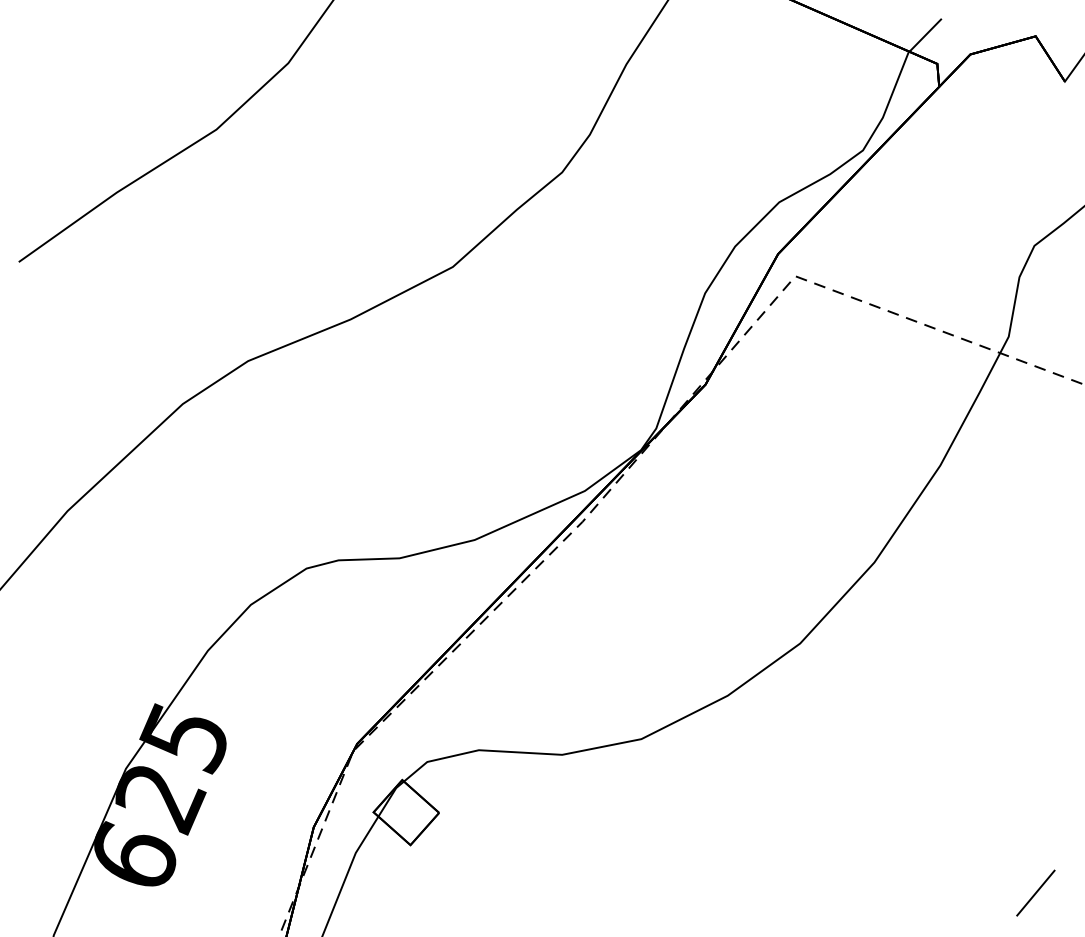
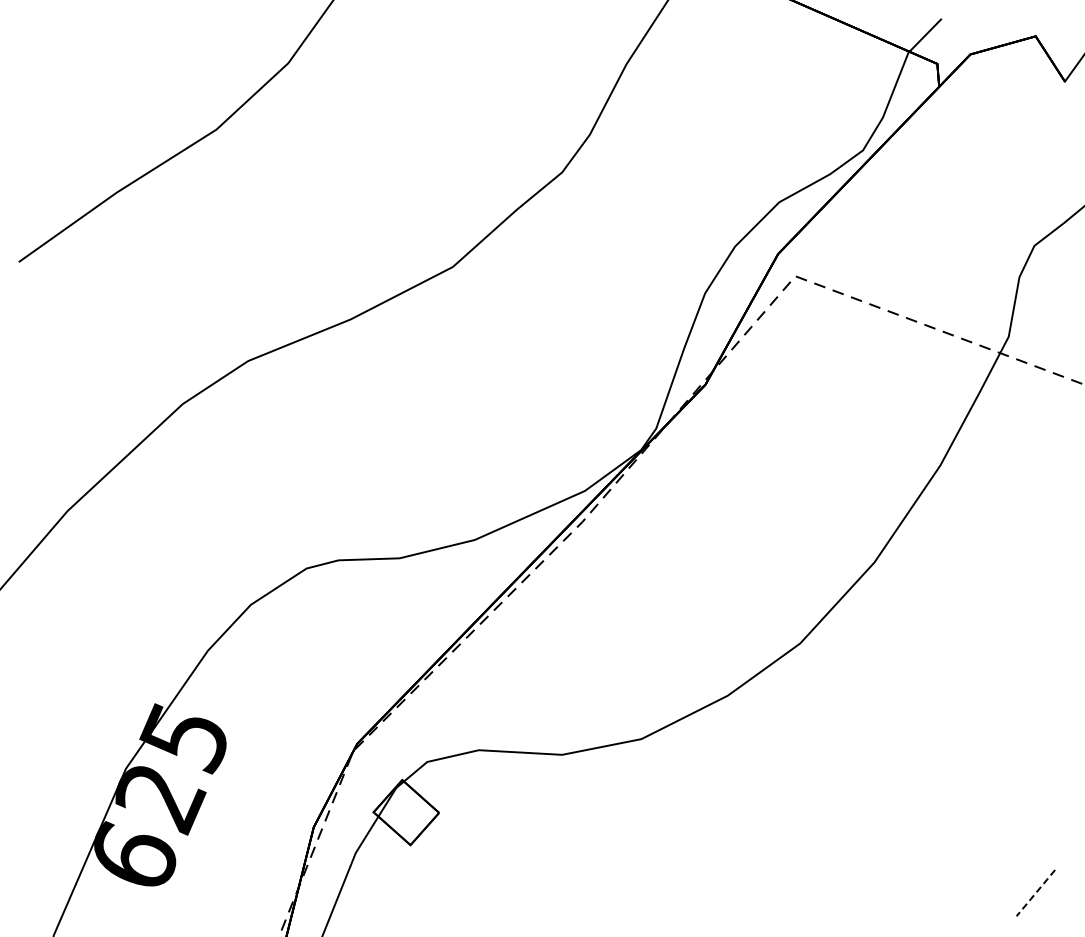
line at (1035, 893): solid -> dashed
